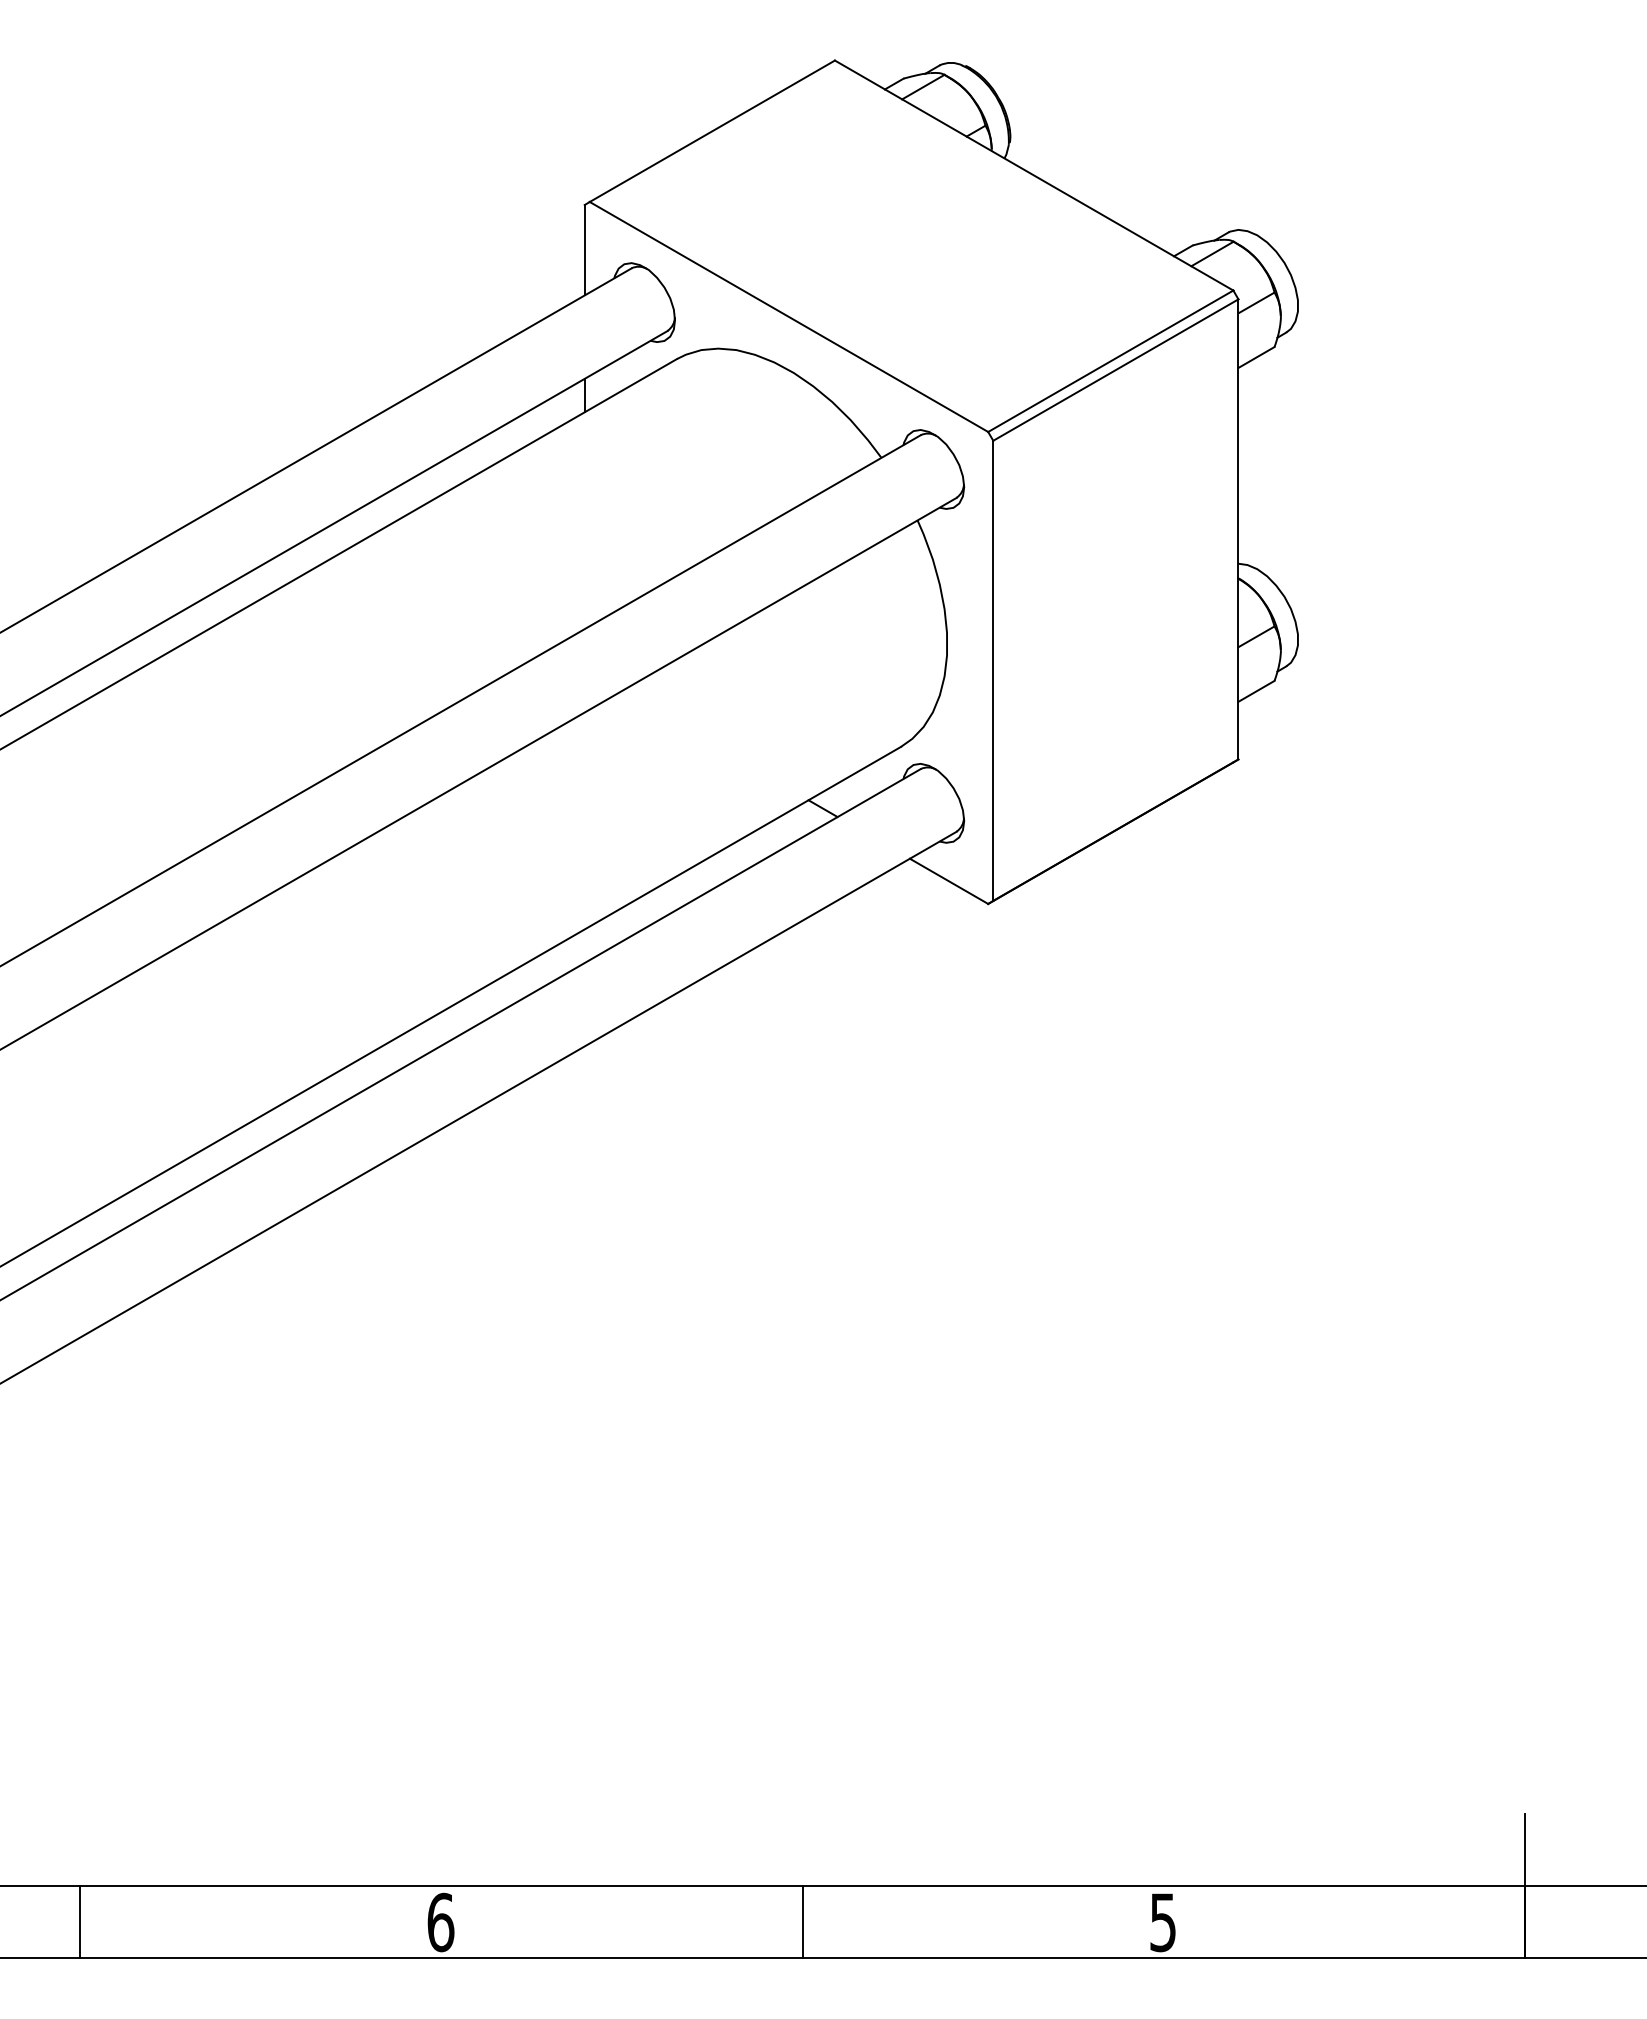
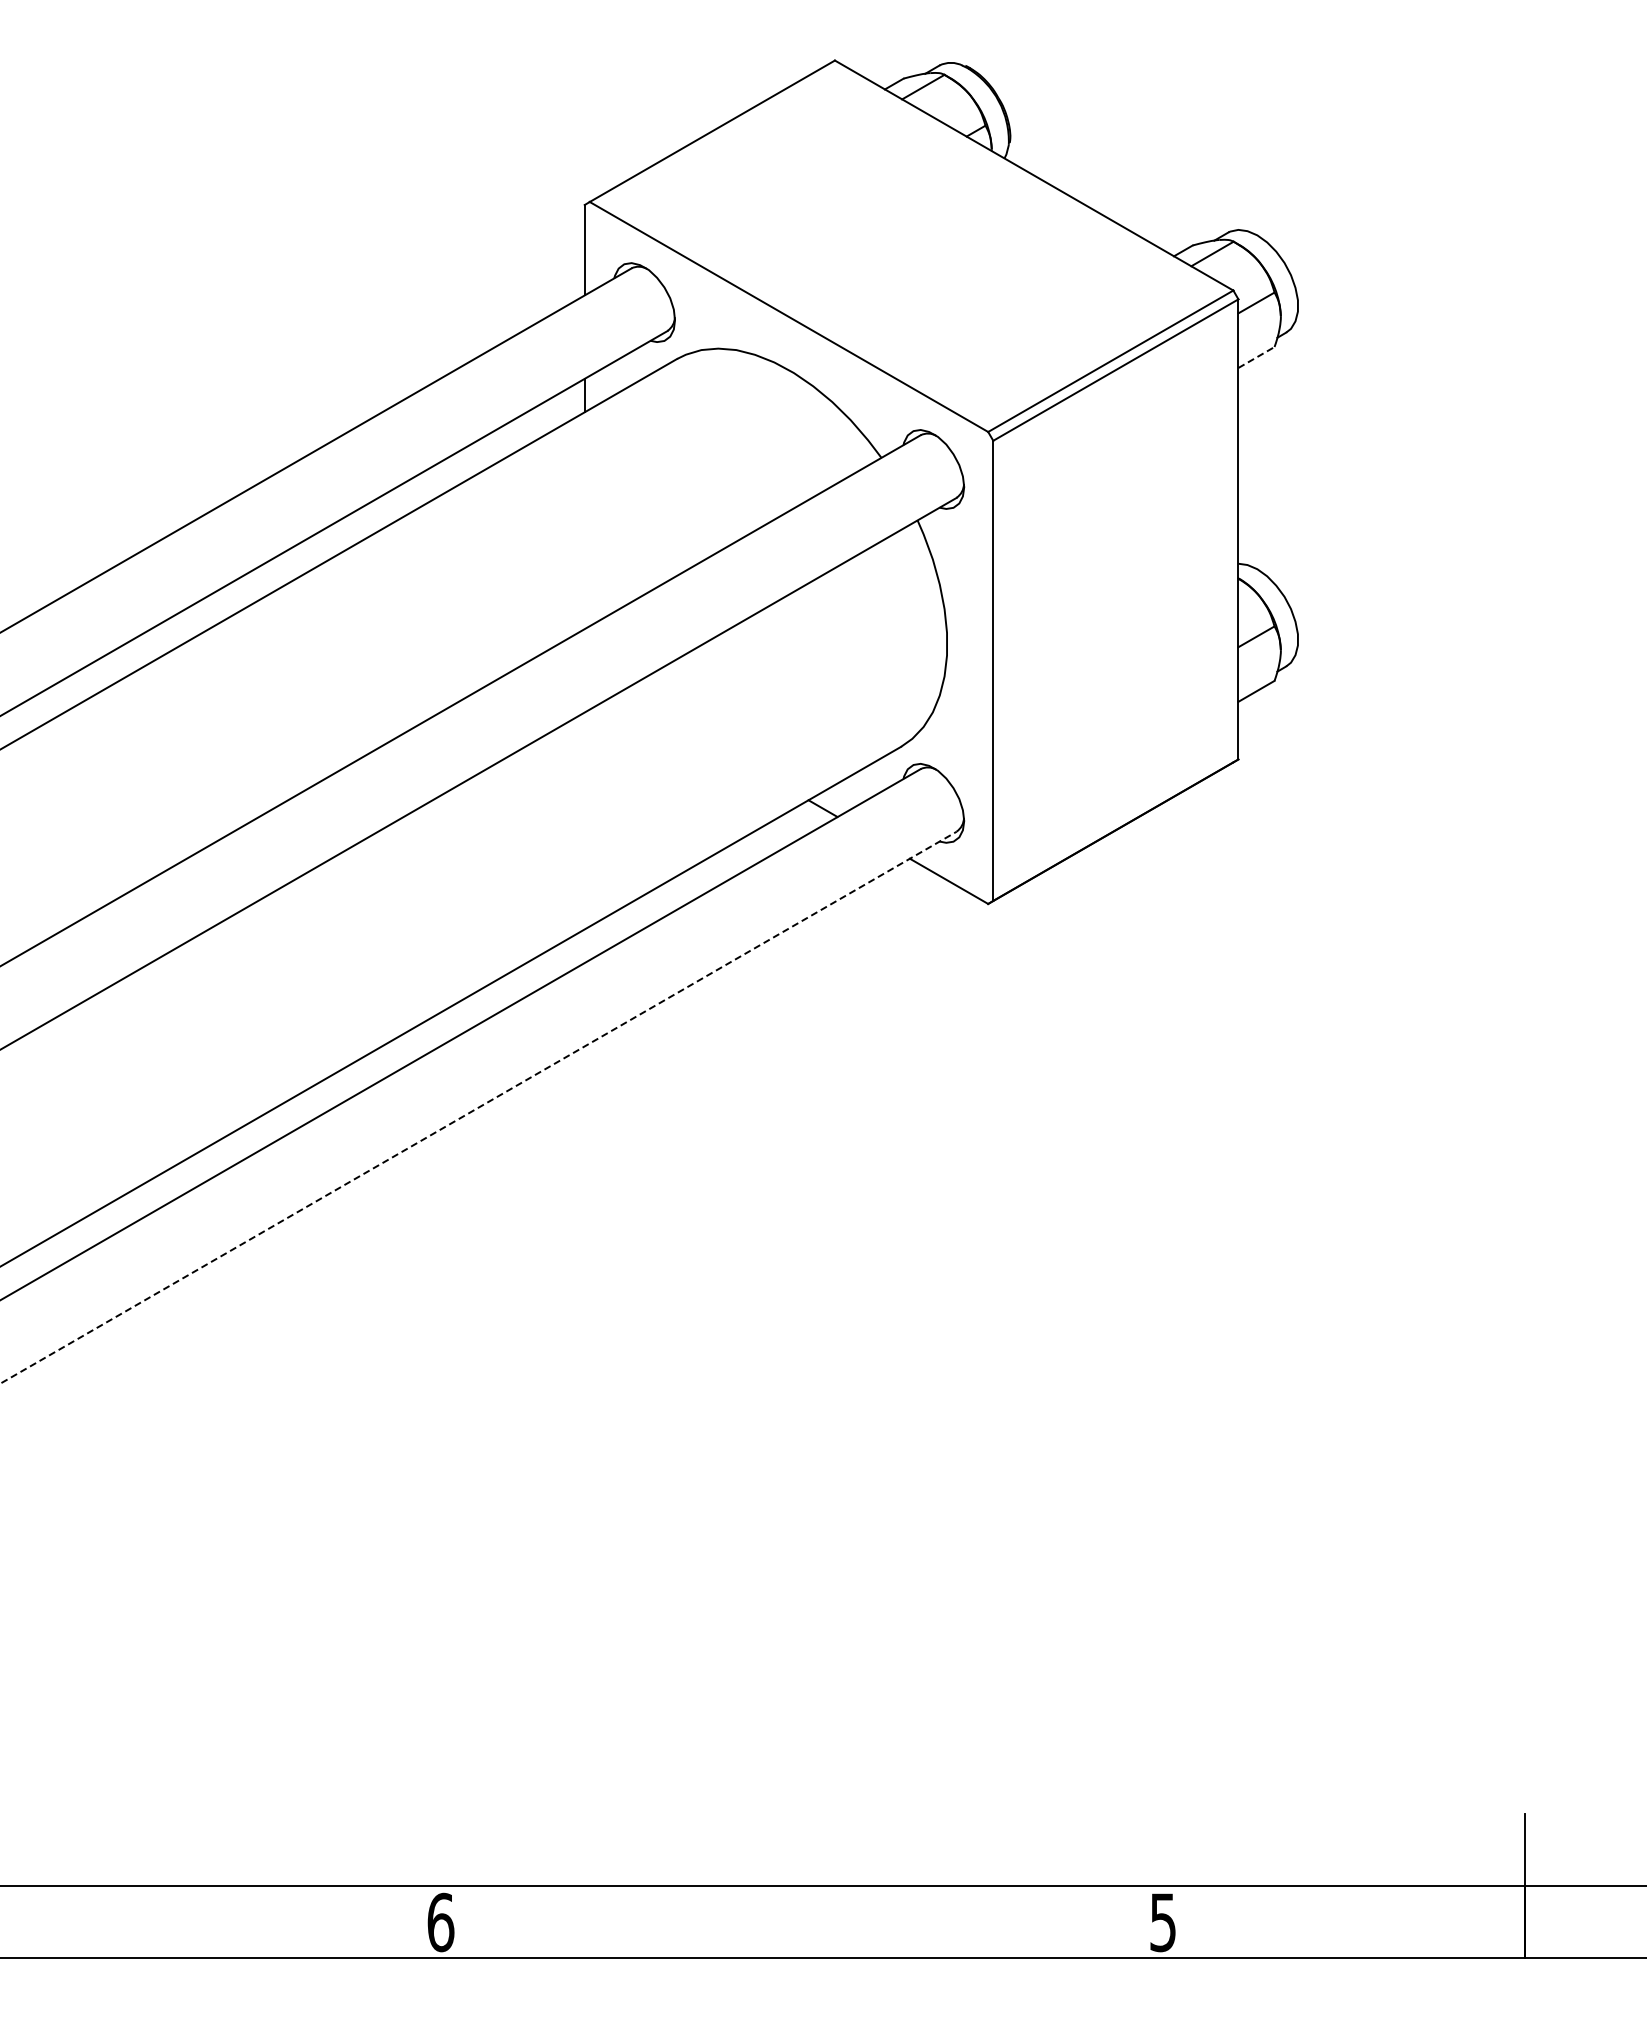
line at (1256, 357): solid -> dashed
line at (478, 1107): solid -> dashed
line at (80, 1922): present -> none
line at (802, 1922): present -> none
